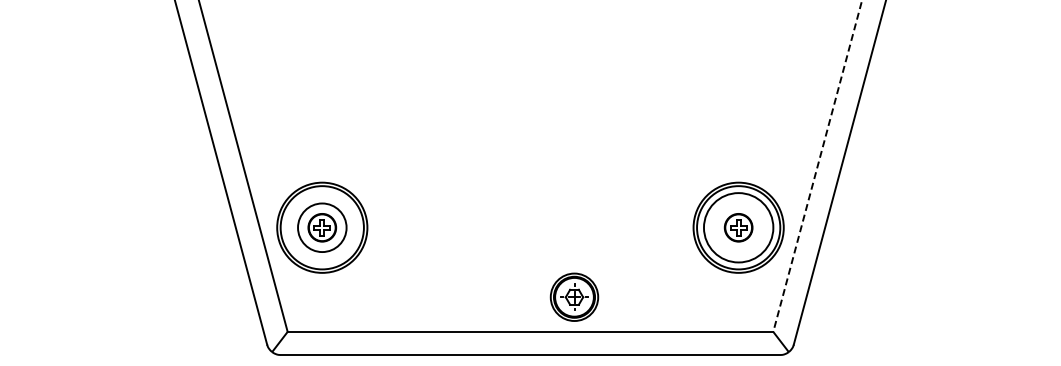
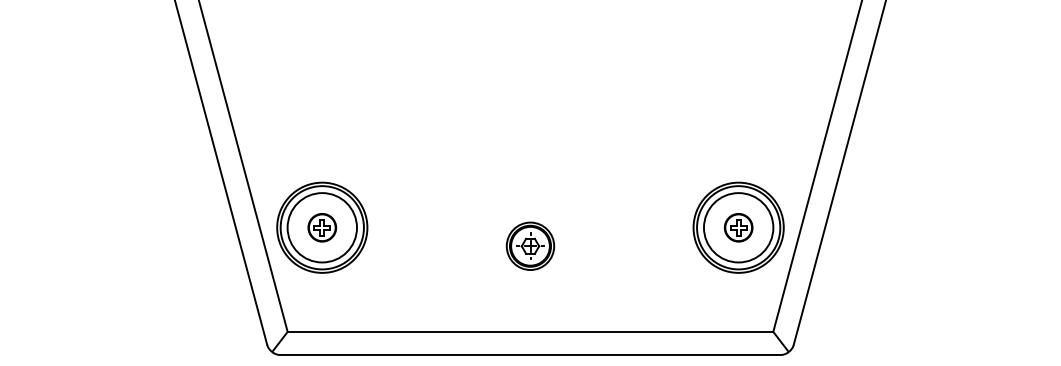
line at (817, 166): dashed -> solid
circle at (322, 227) diameter: 49 px -> 69 px
part at (574, 296) position: (574, 296) -> (530, 245)
